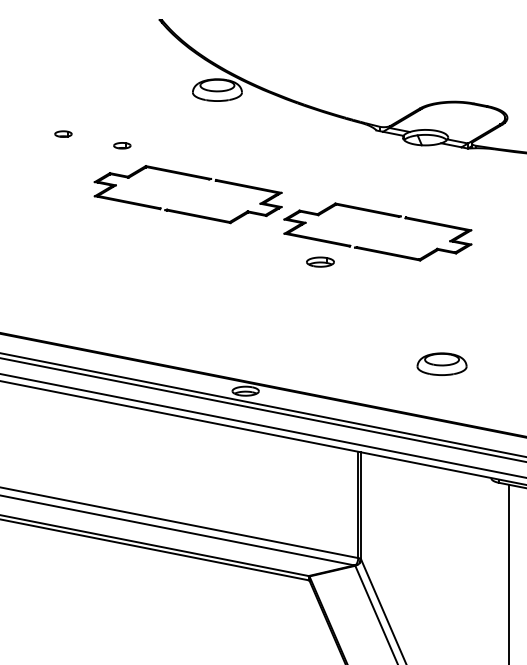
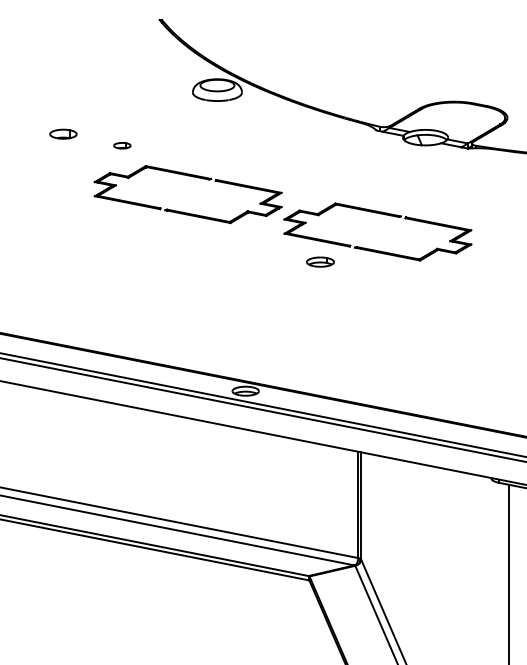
part at (63, 133) size: 19x8 px -> 29x12 px
part at (441, 363): present -> none
line at (262, 425): present -> none
